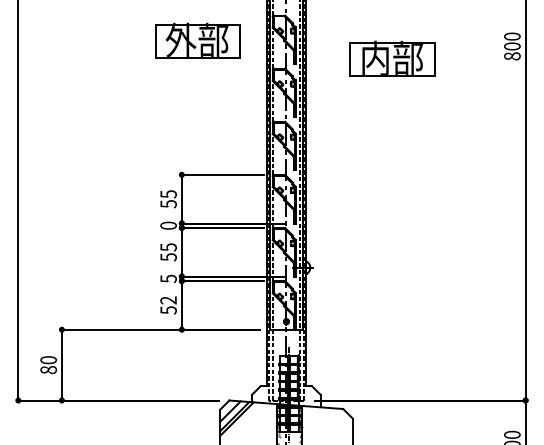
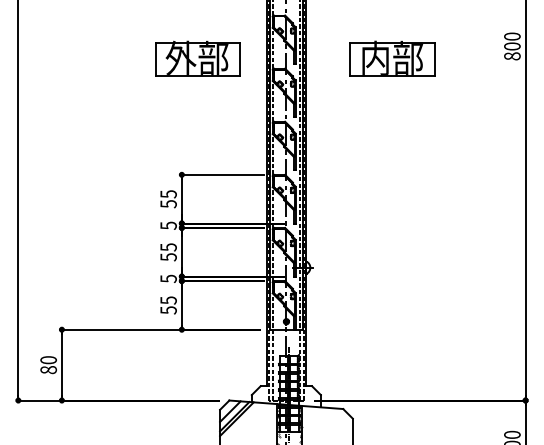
part at (197, 40) position: (197, 40) -> (197, 58)
text at (168, 225): 0 -> 5
text at (168, 300): 52 -> 55
